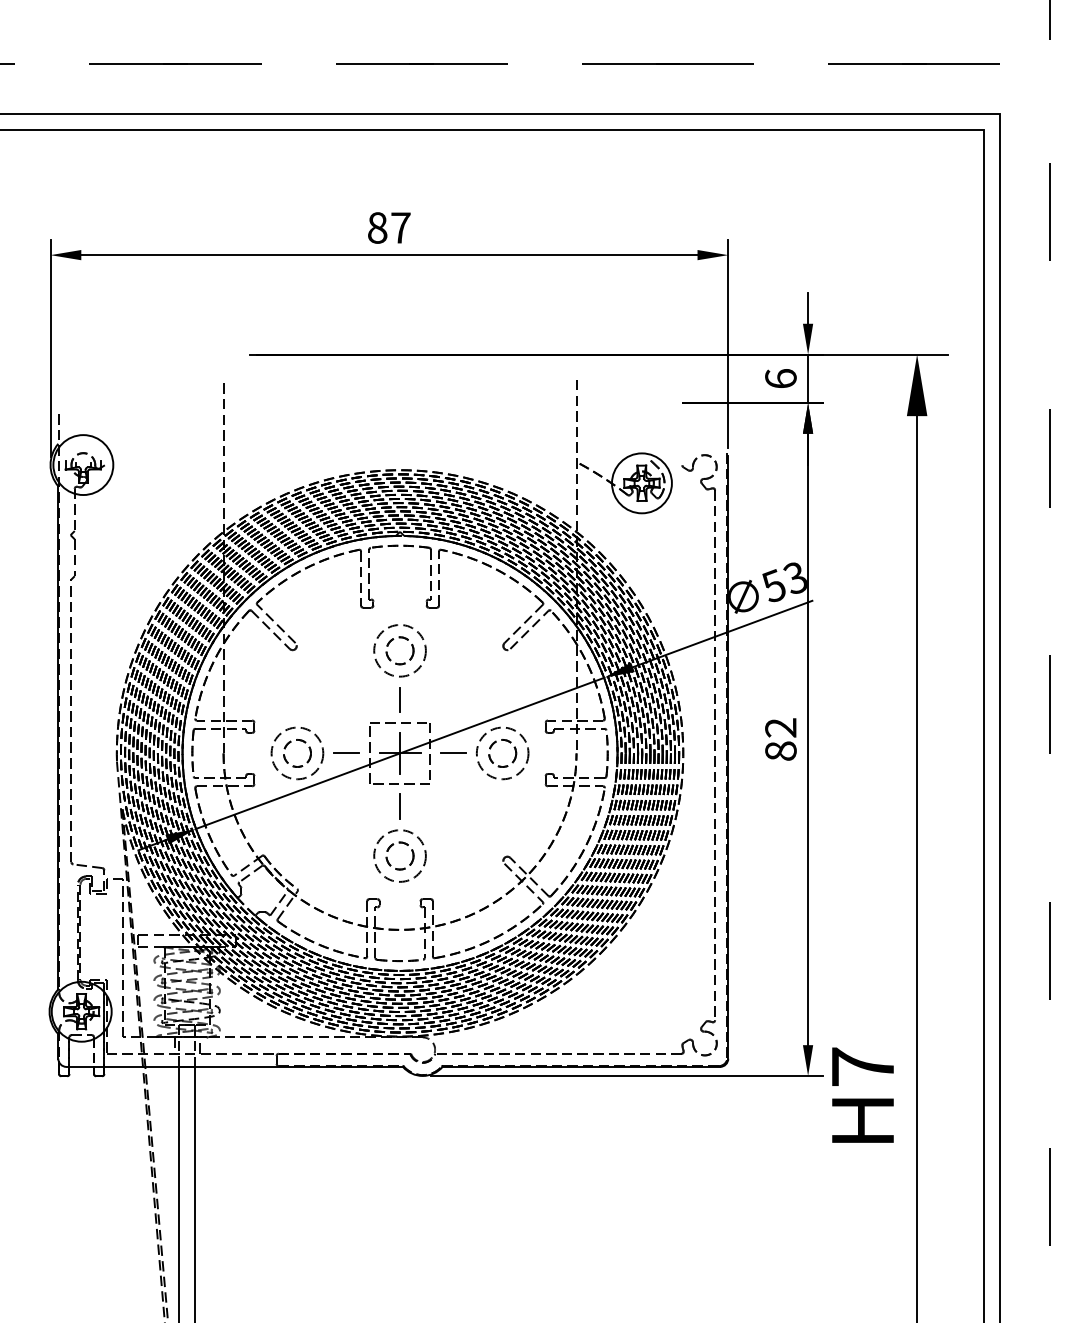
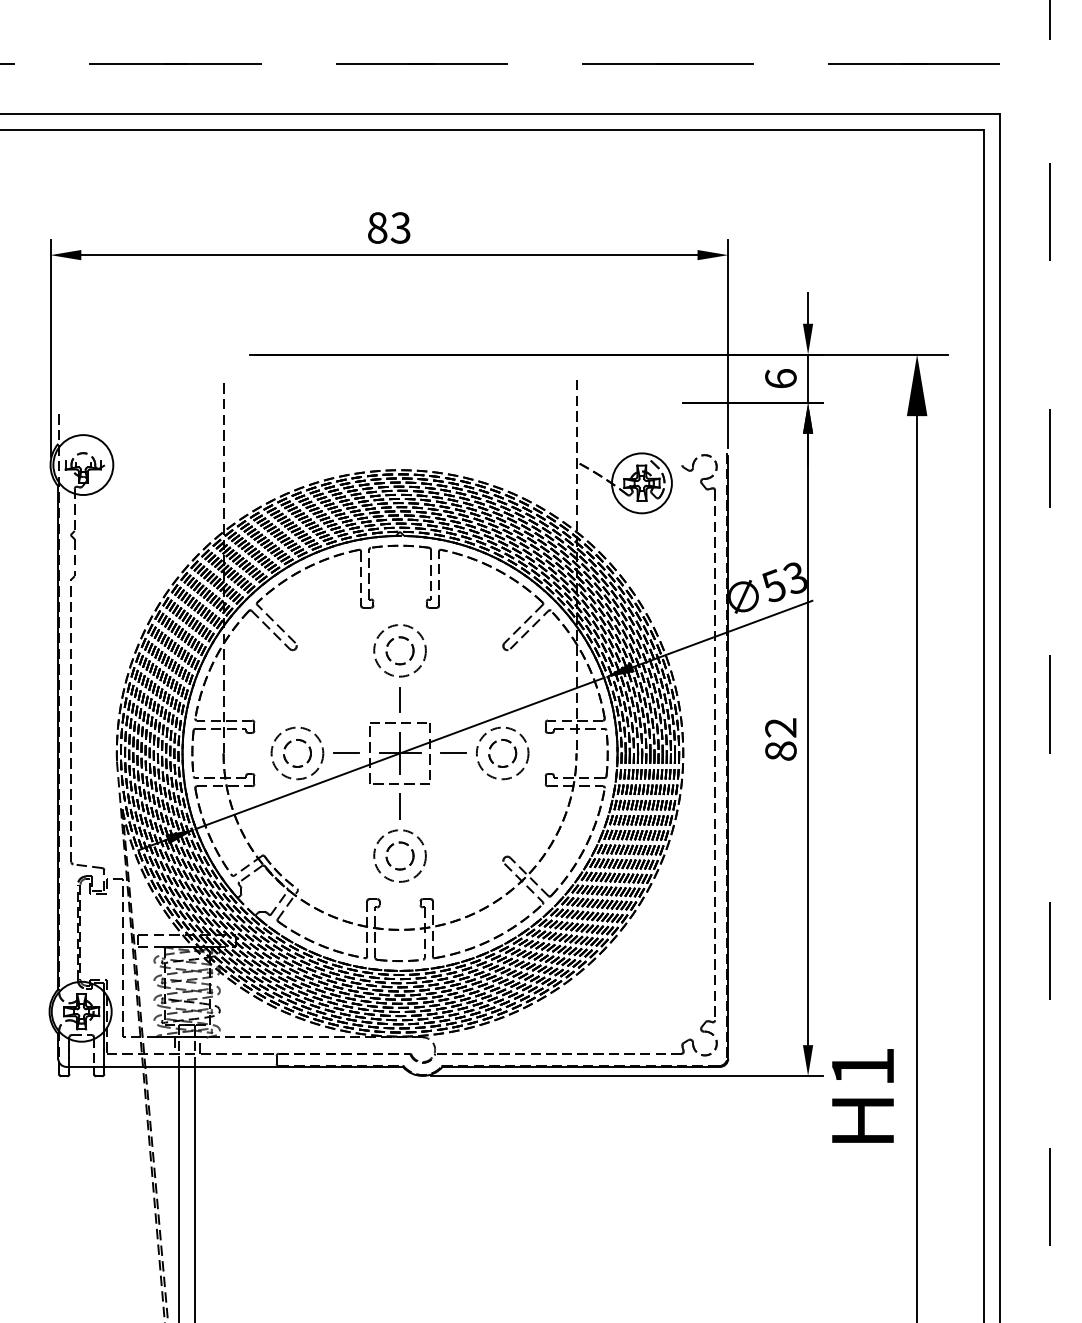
text at (400, 227): 87 -> 83
text at (862, 1066): H7 -> H1
